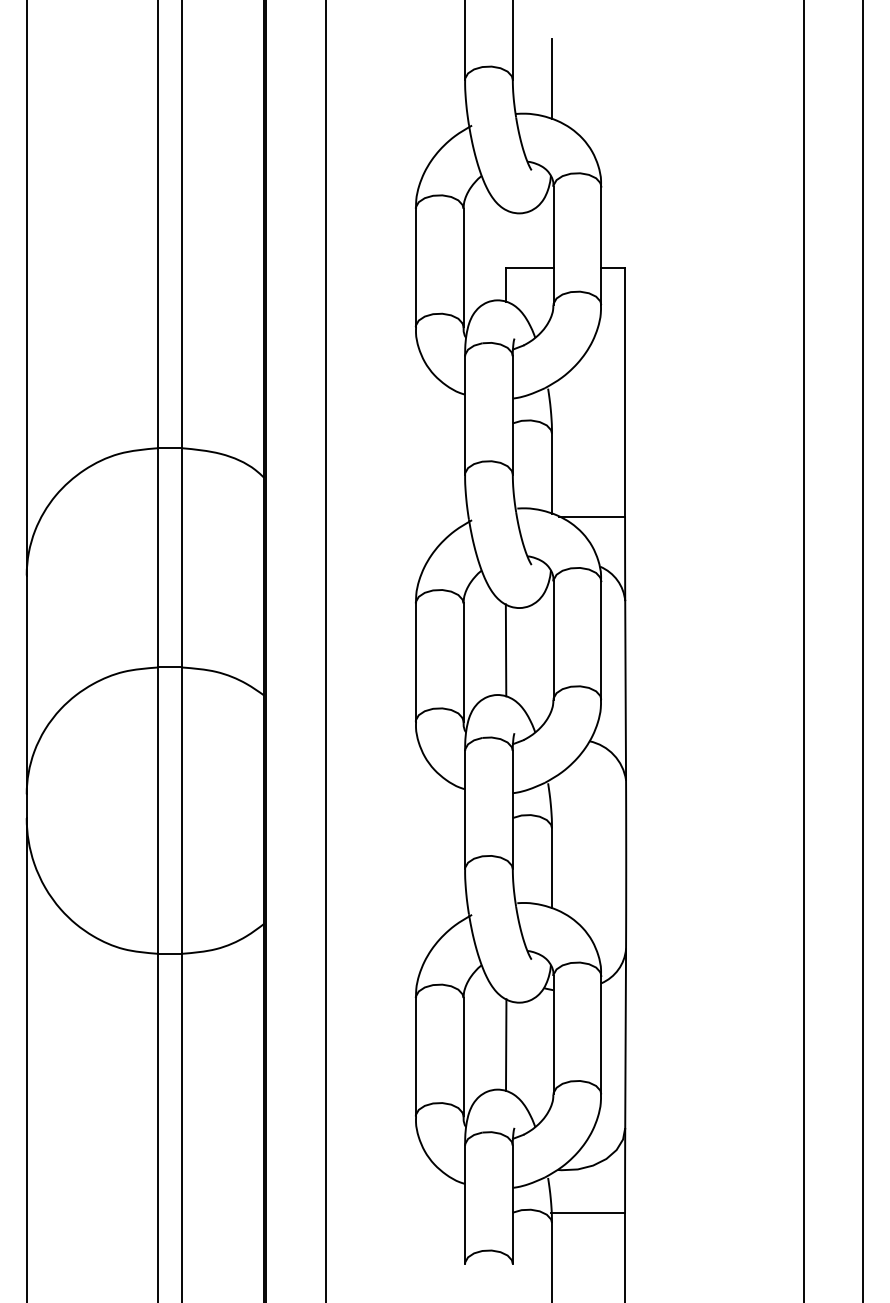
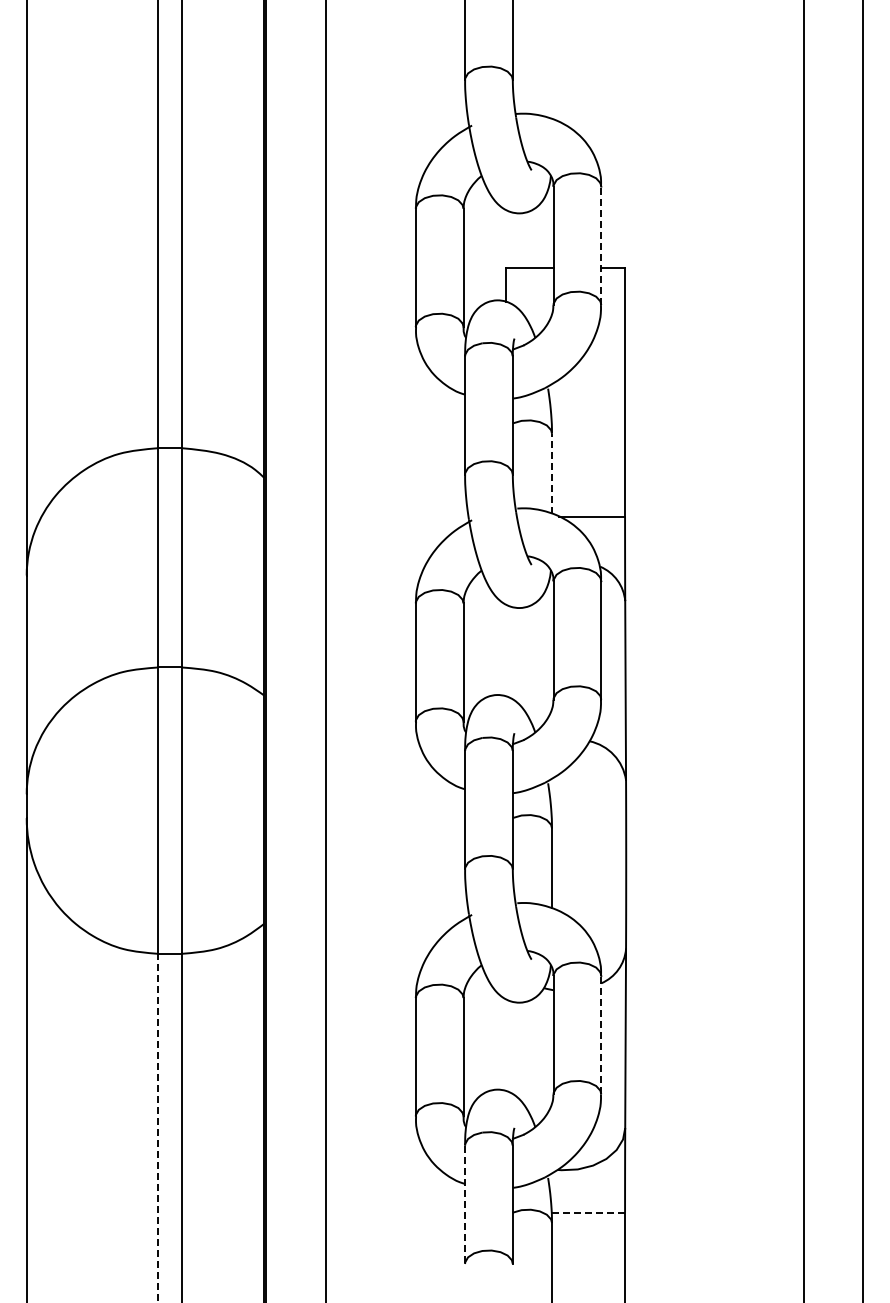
line at (552, 79): present -> none
line at (601, 245): solid -> dashed
line at (552, 473): solid -> dashed
line at (505, 650): present -> none
line at (601, 1034): solid -> dashed
line at (506, 1044): present -> none
line at (158, 1128): solid -> dashed
line at (465, 1205): solid -> dashed
line at (588, 1212): solid -> dashed
